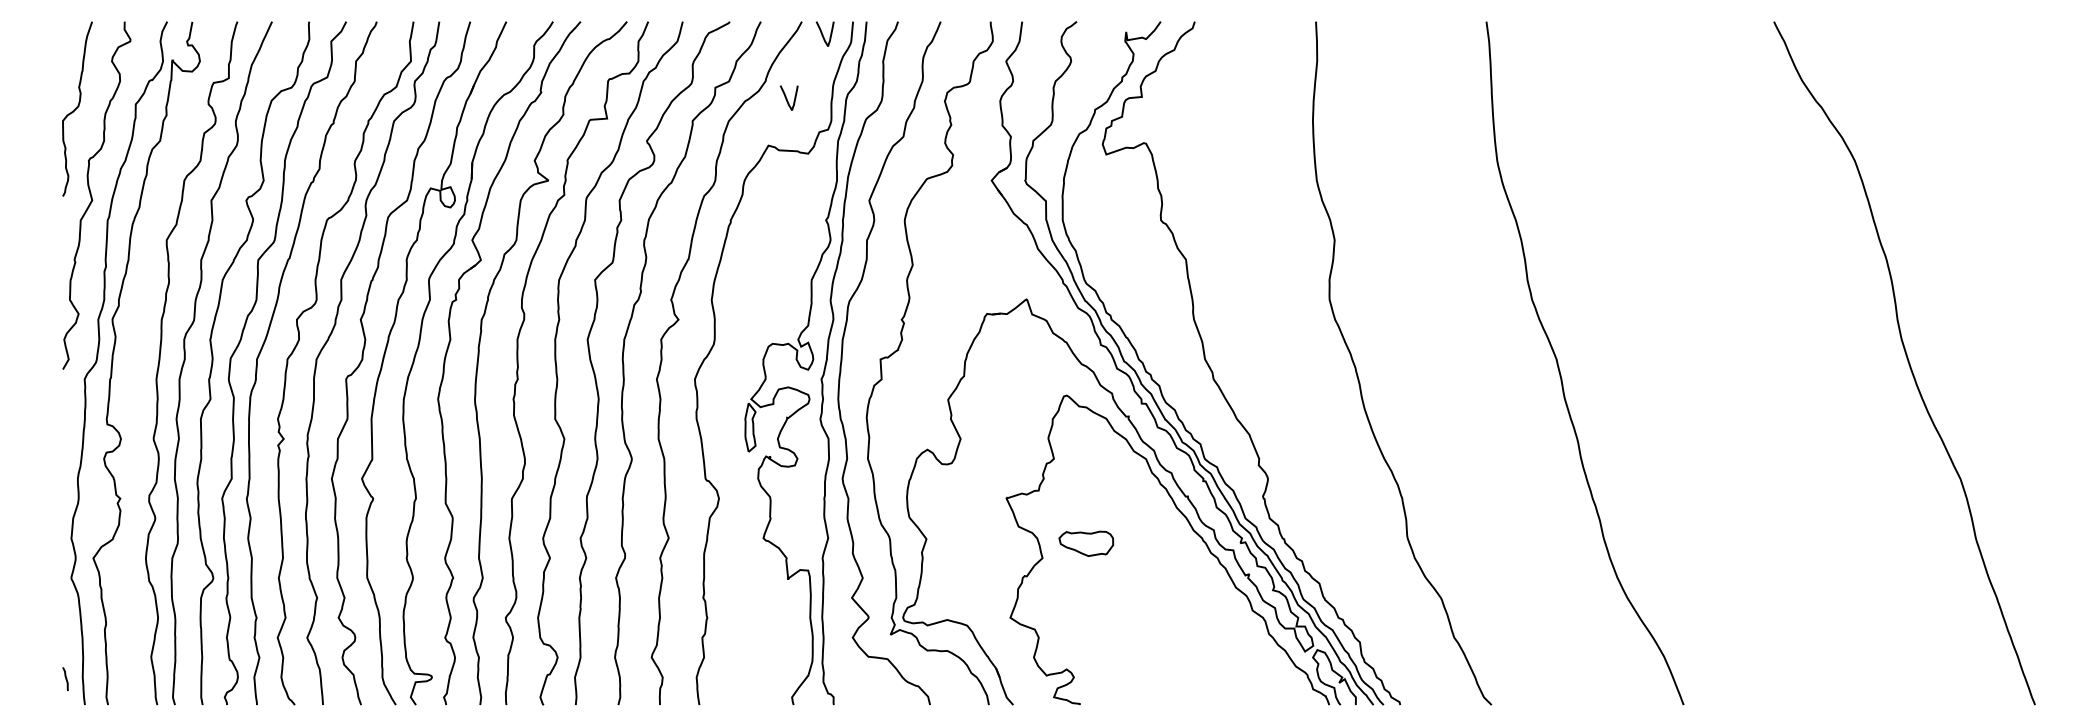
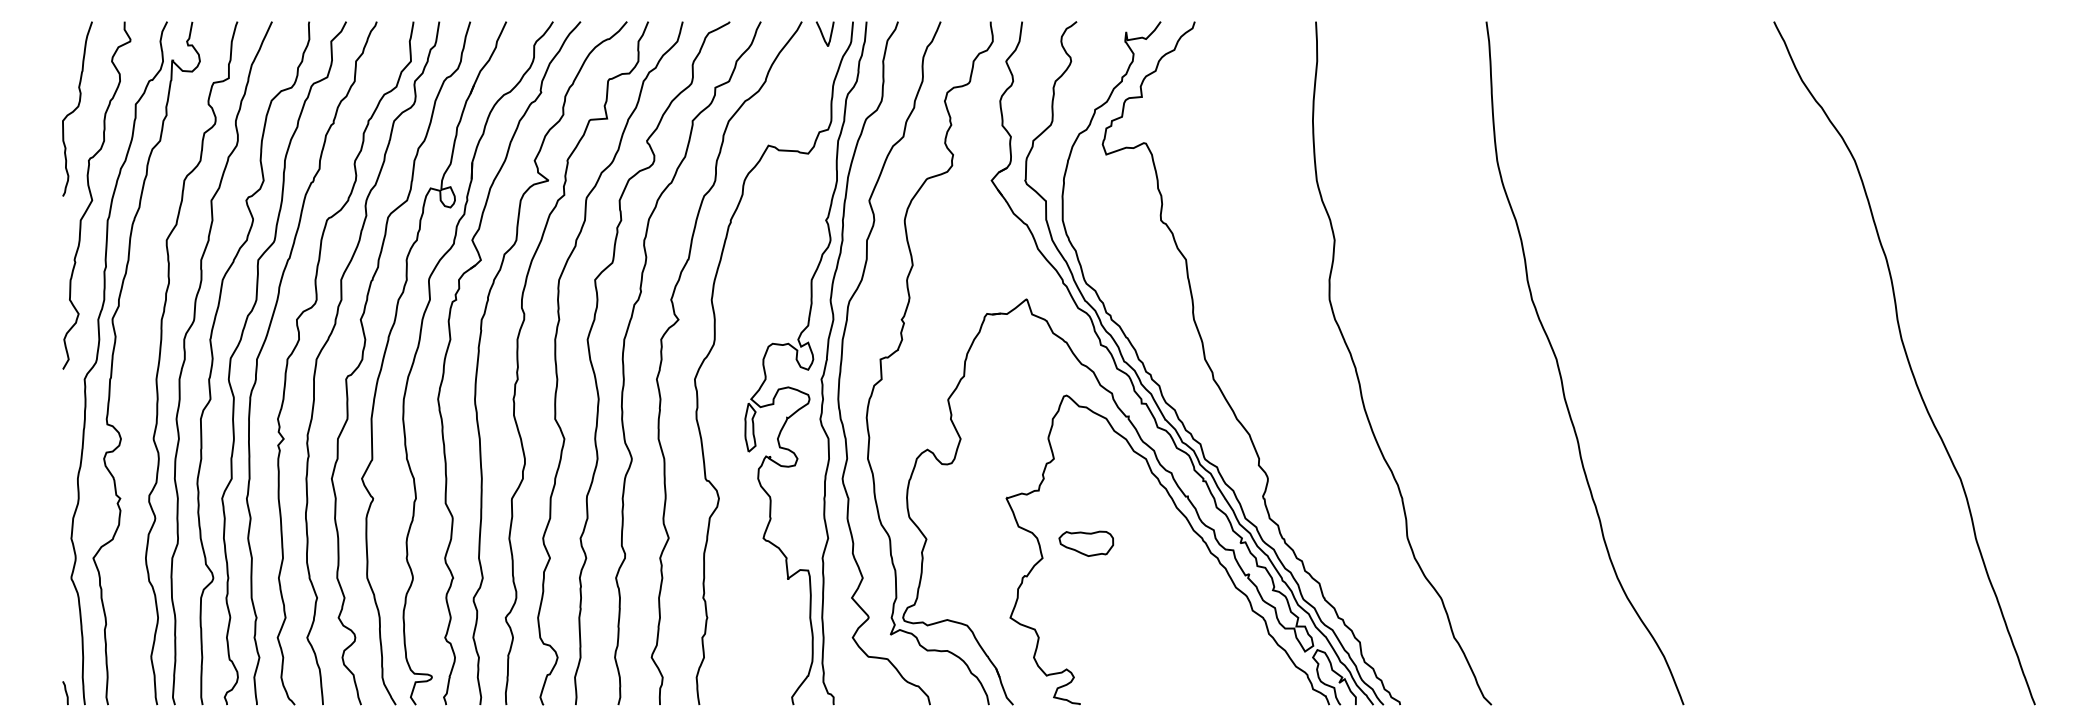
curve at (787, 98): present -> none
curve at (65, 679) position: (65, 679) -> (65, 693)
